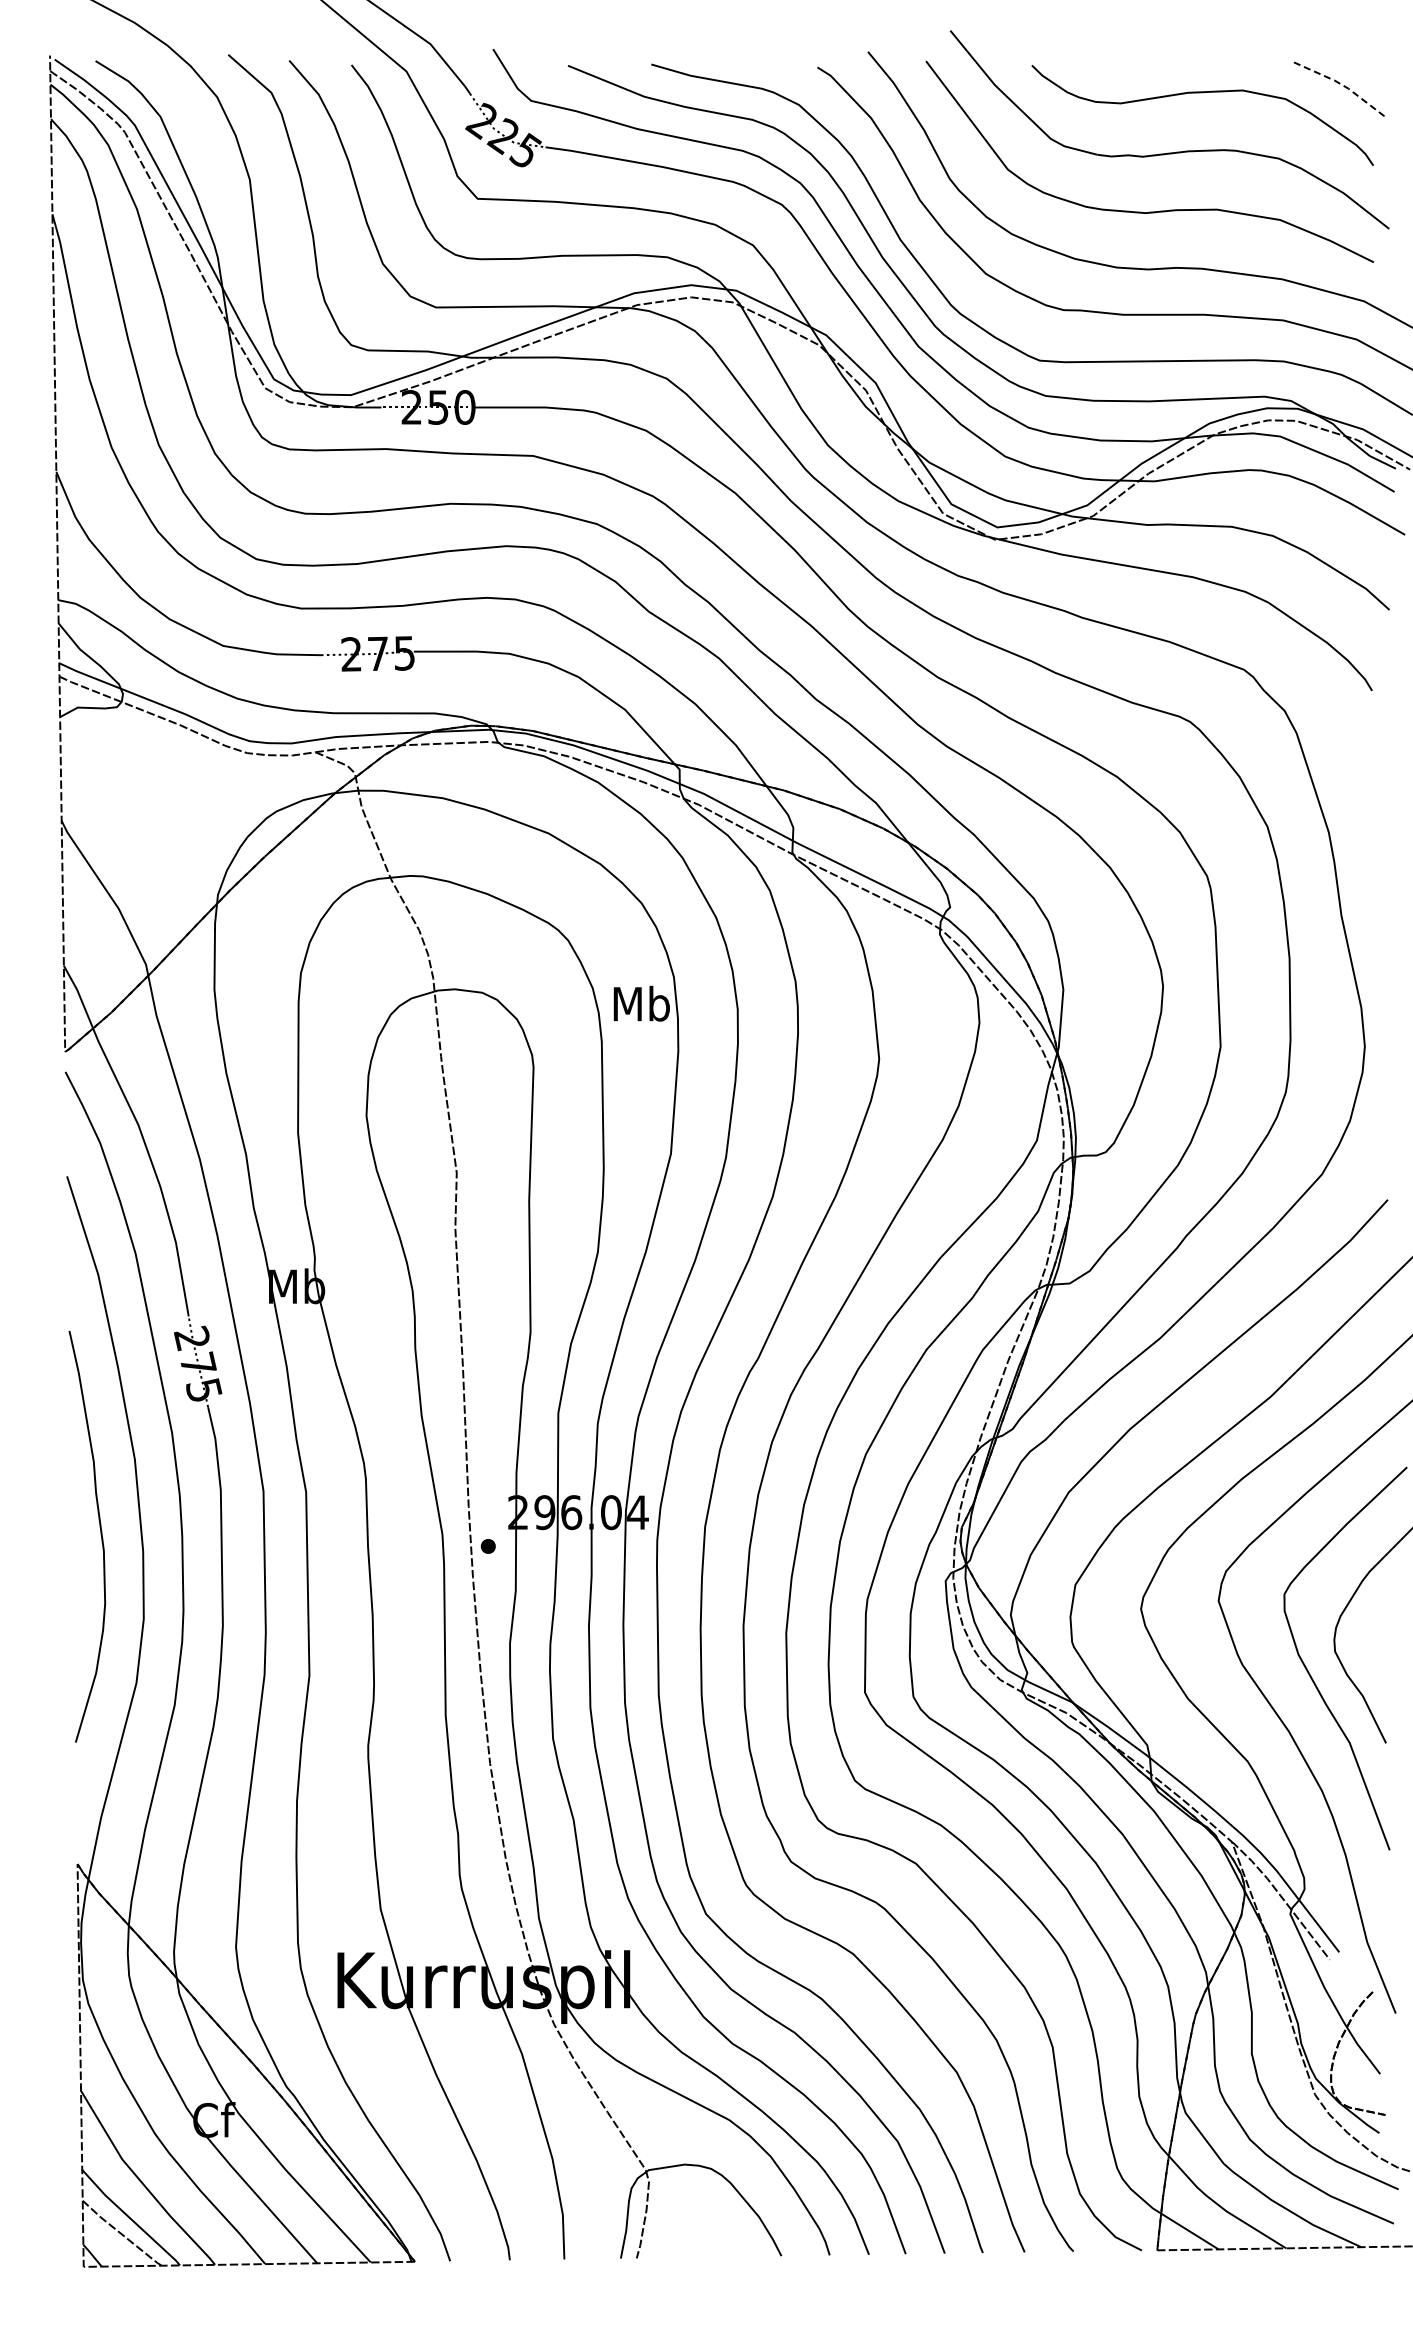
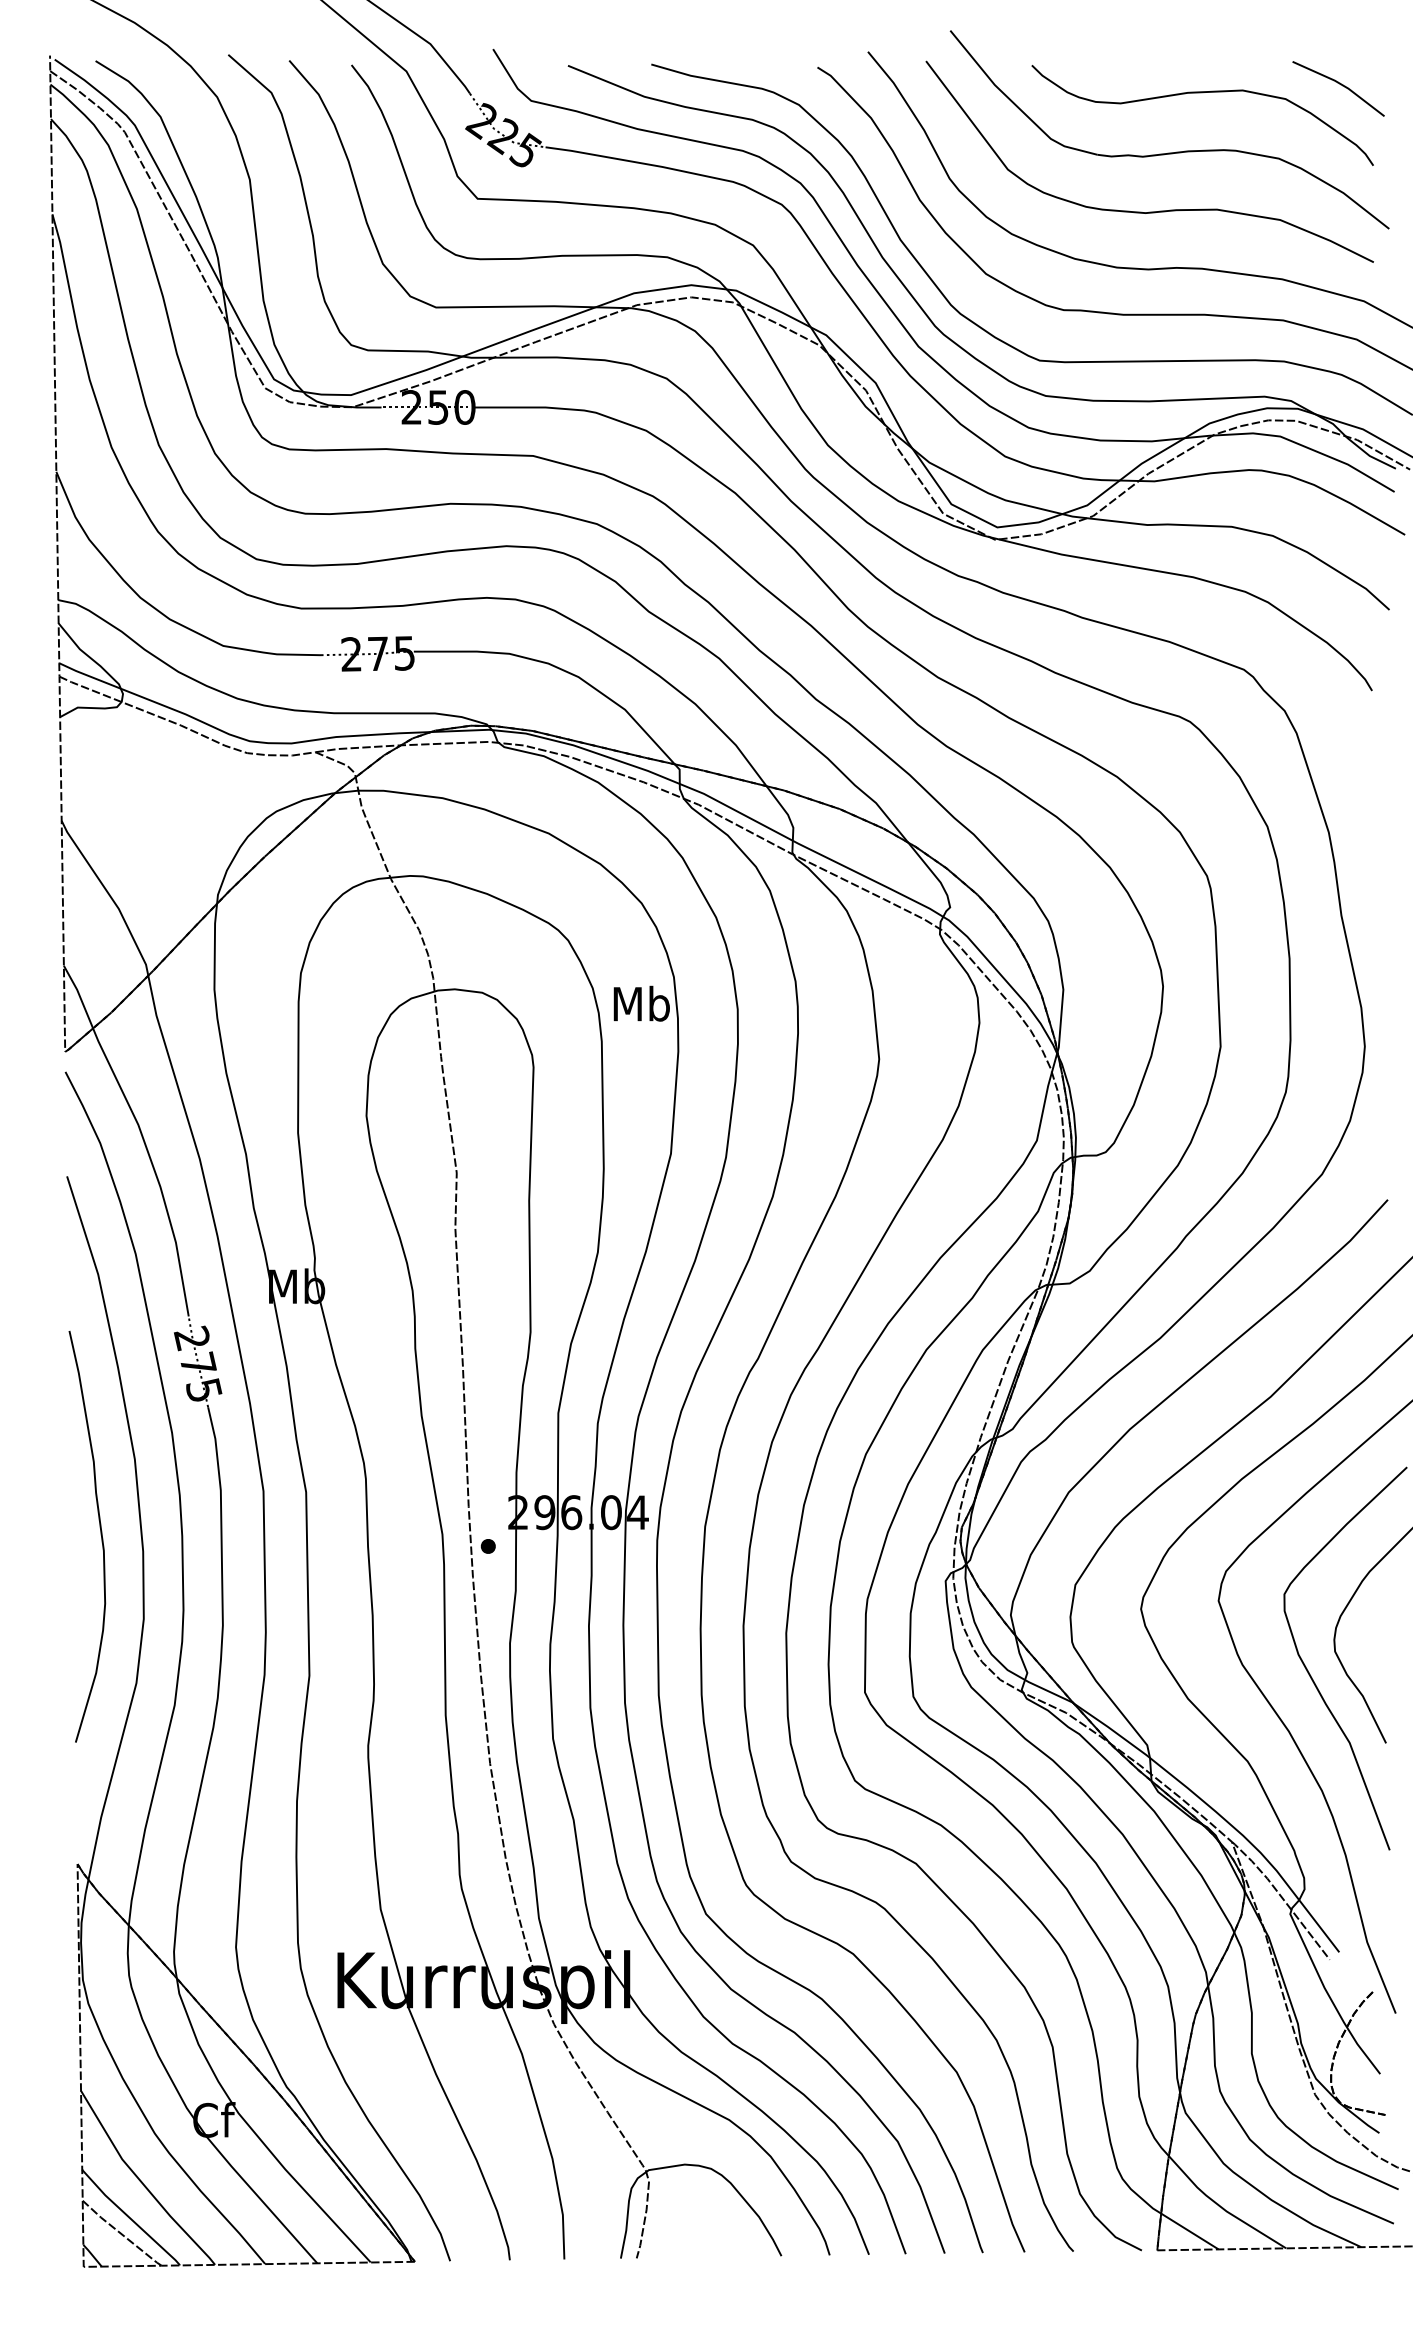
line at (1340, 84): dashed -> solid
